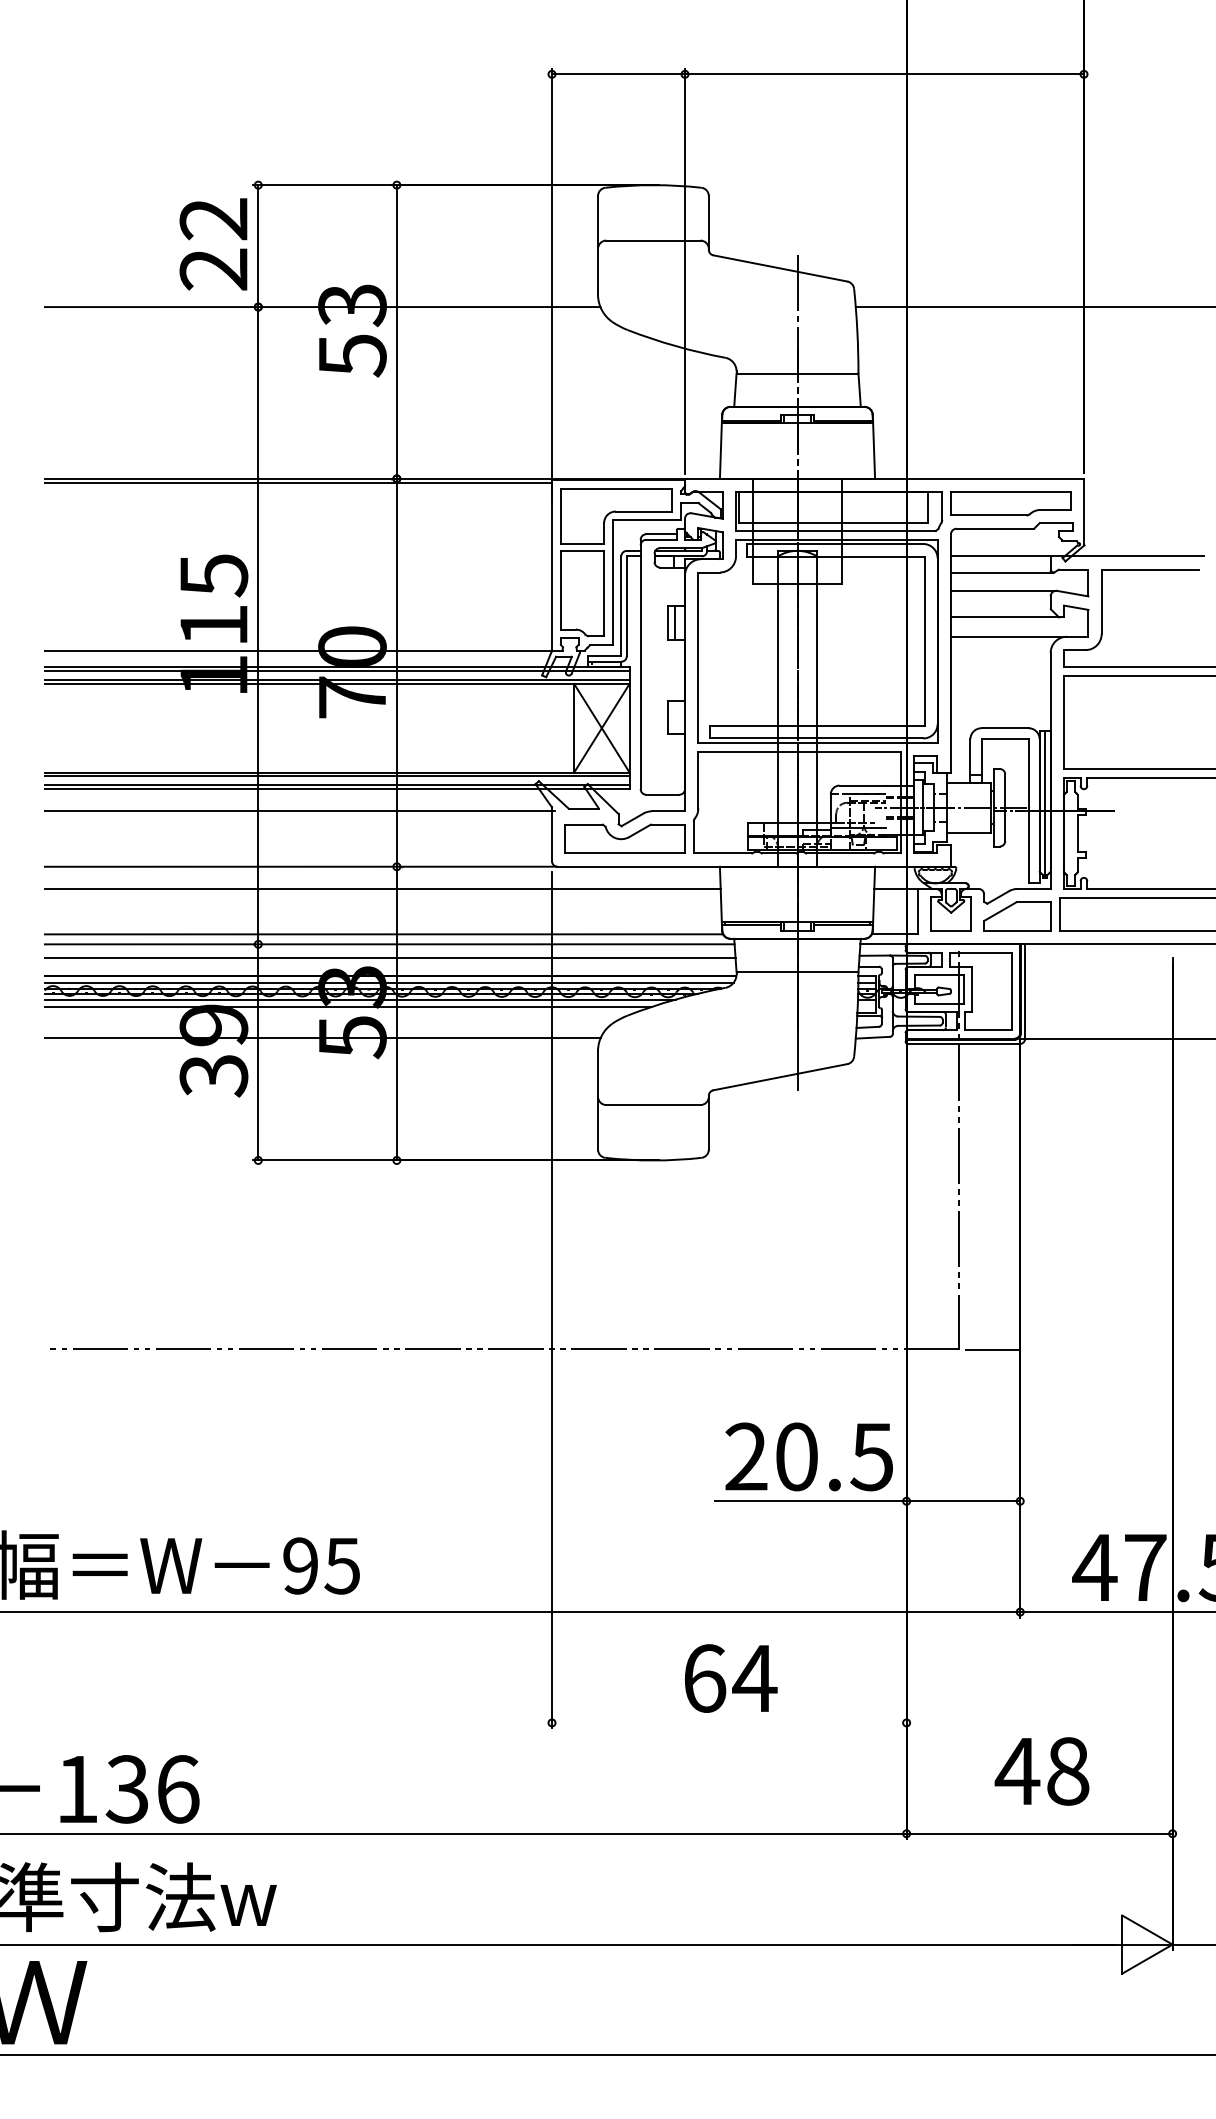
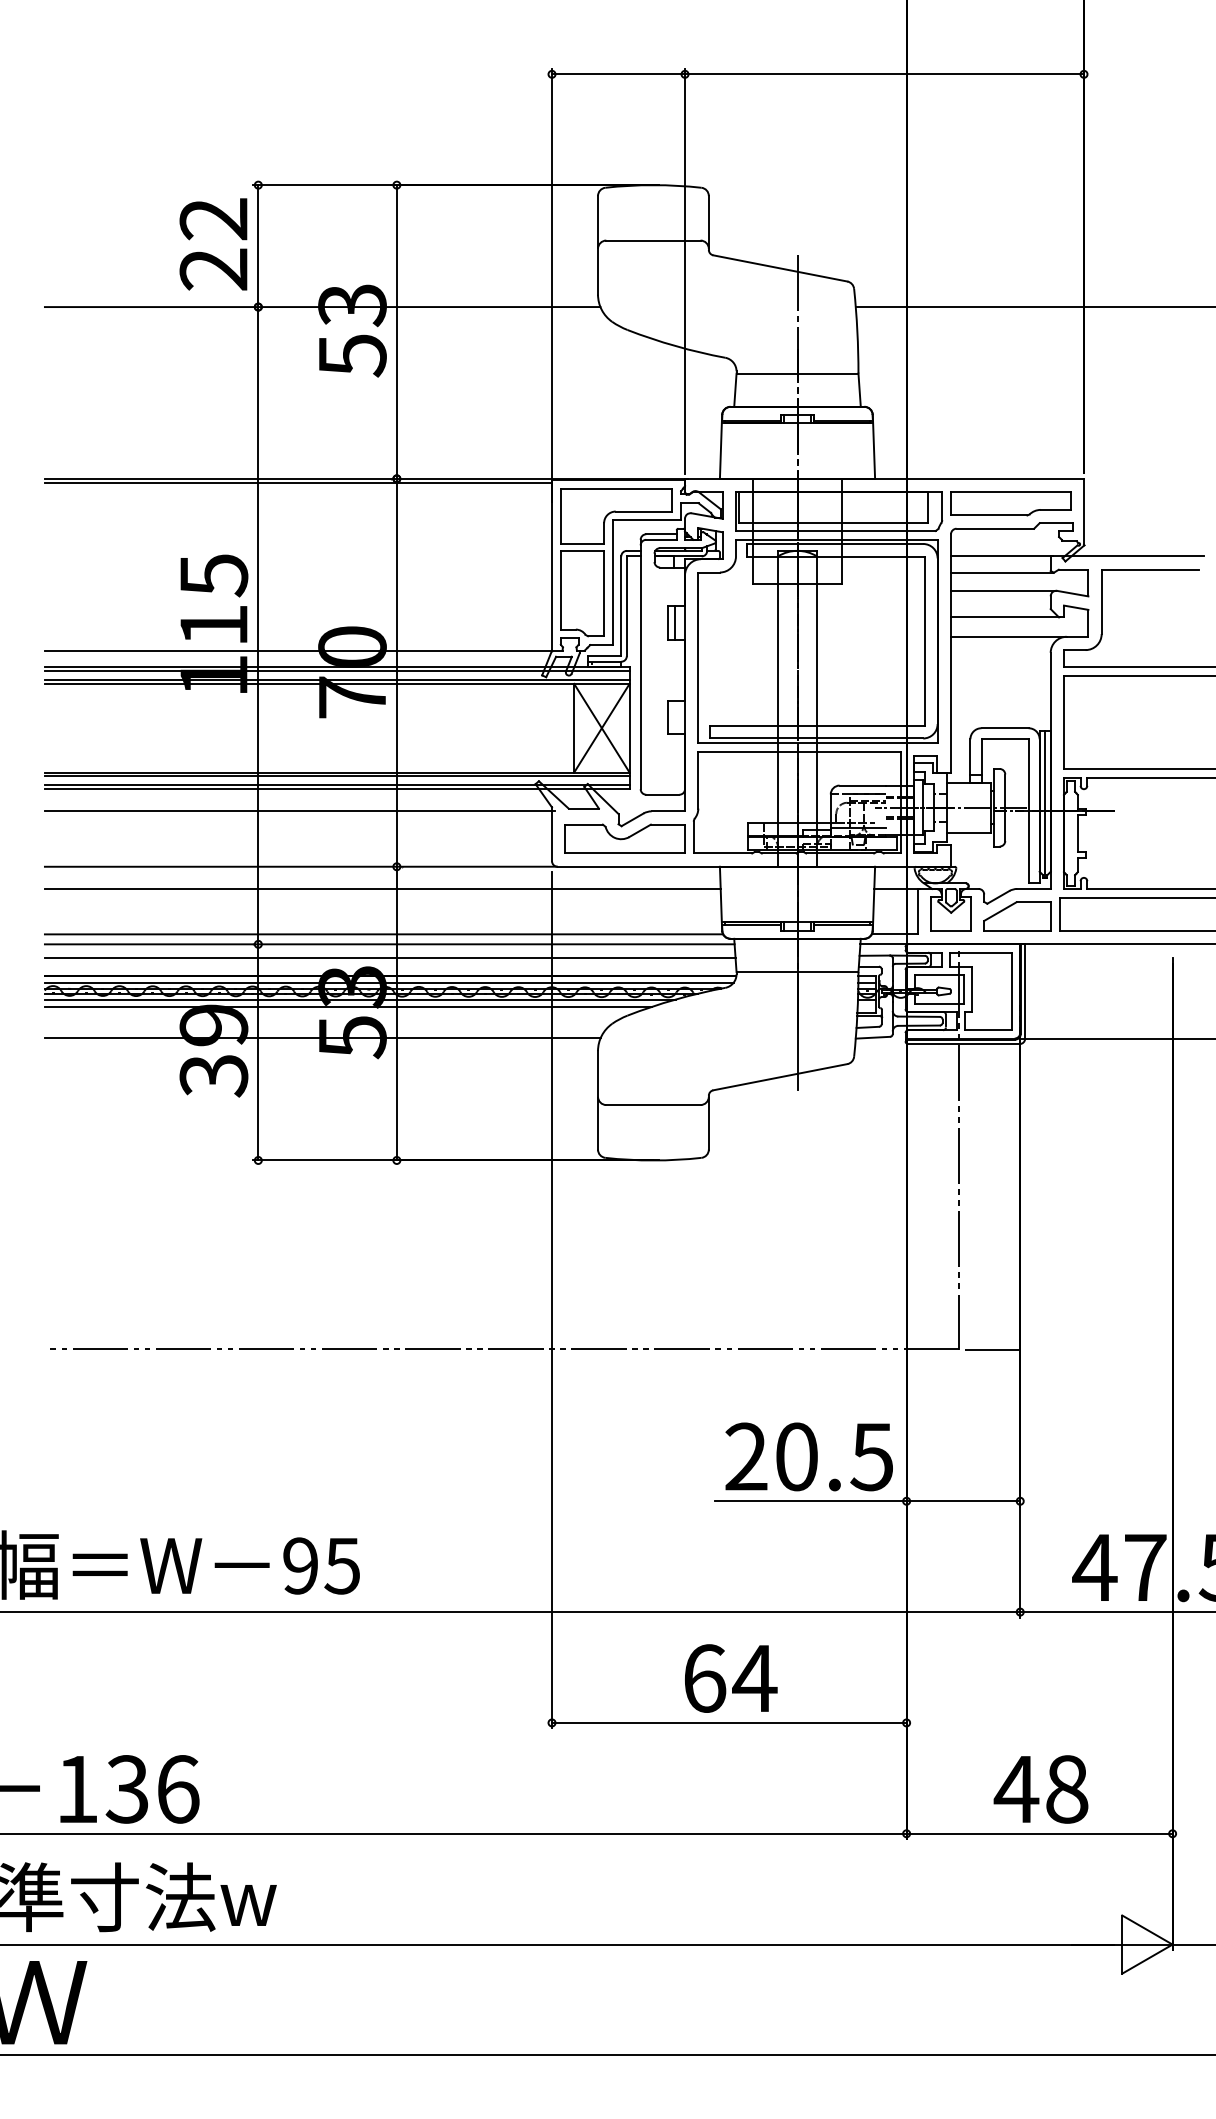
line at (729, 1722): none -> present
text at (1041, 1771) position: (1041, 1771) -> (1040, 1789)
